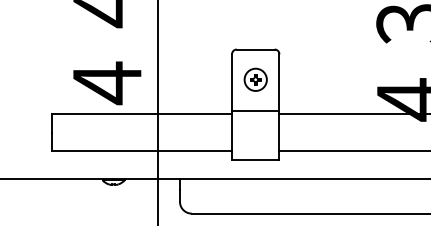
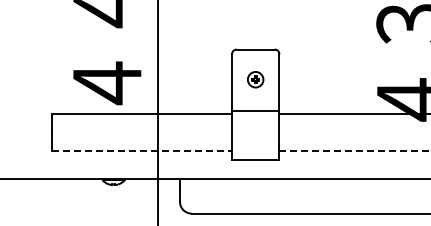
part at (255, 79) size: 25x25 px -> 18x18 px
line at (142, 151): solid -> dashed
line at (355, 151): solid -> dashed
